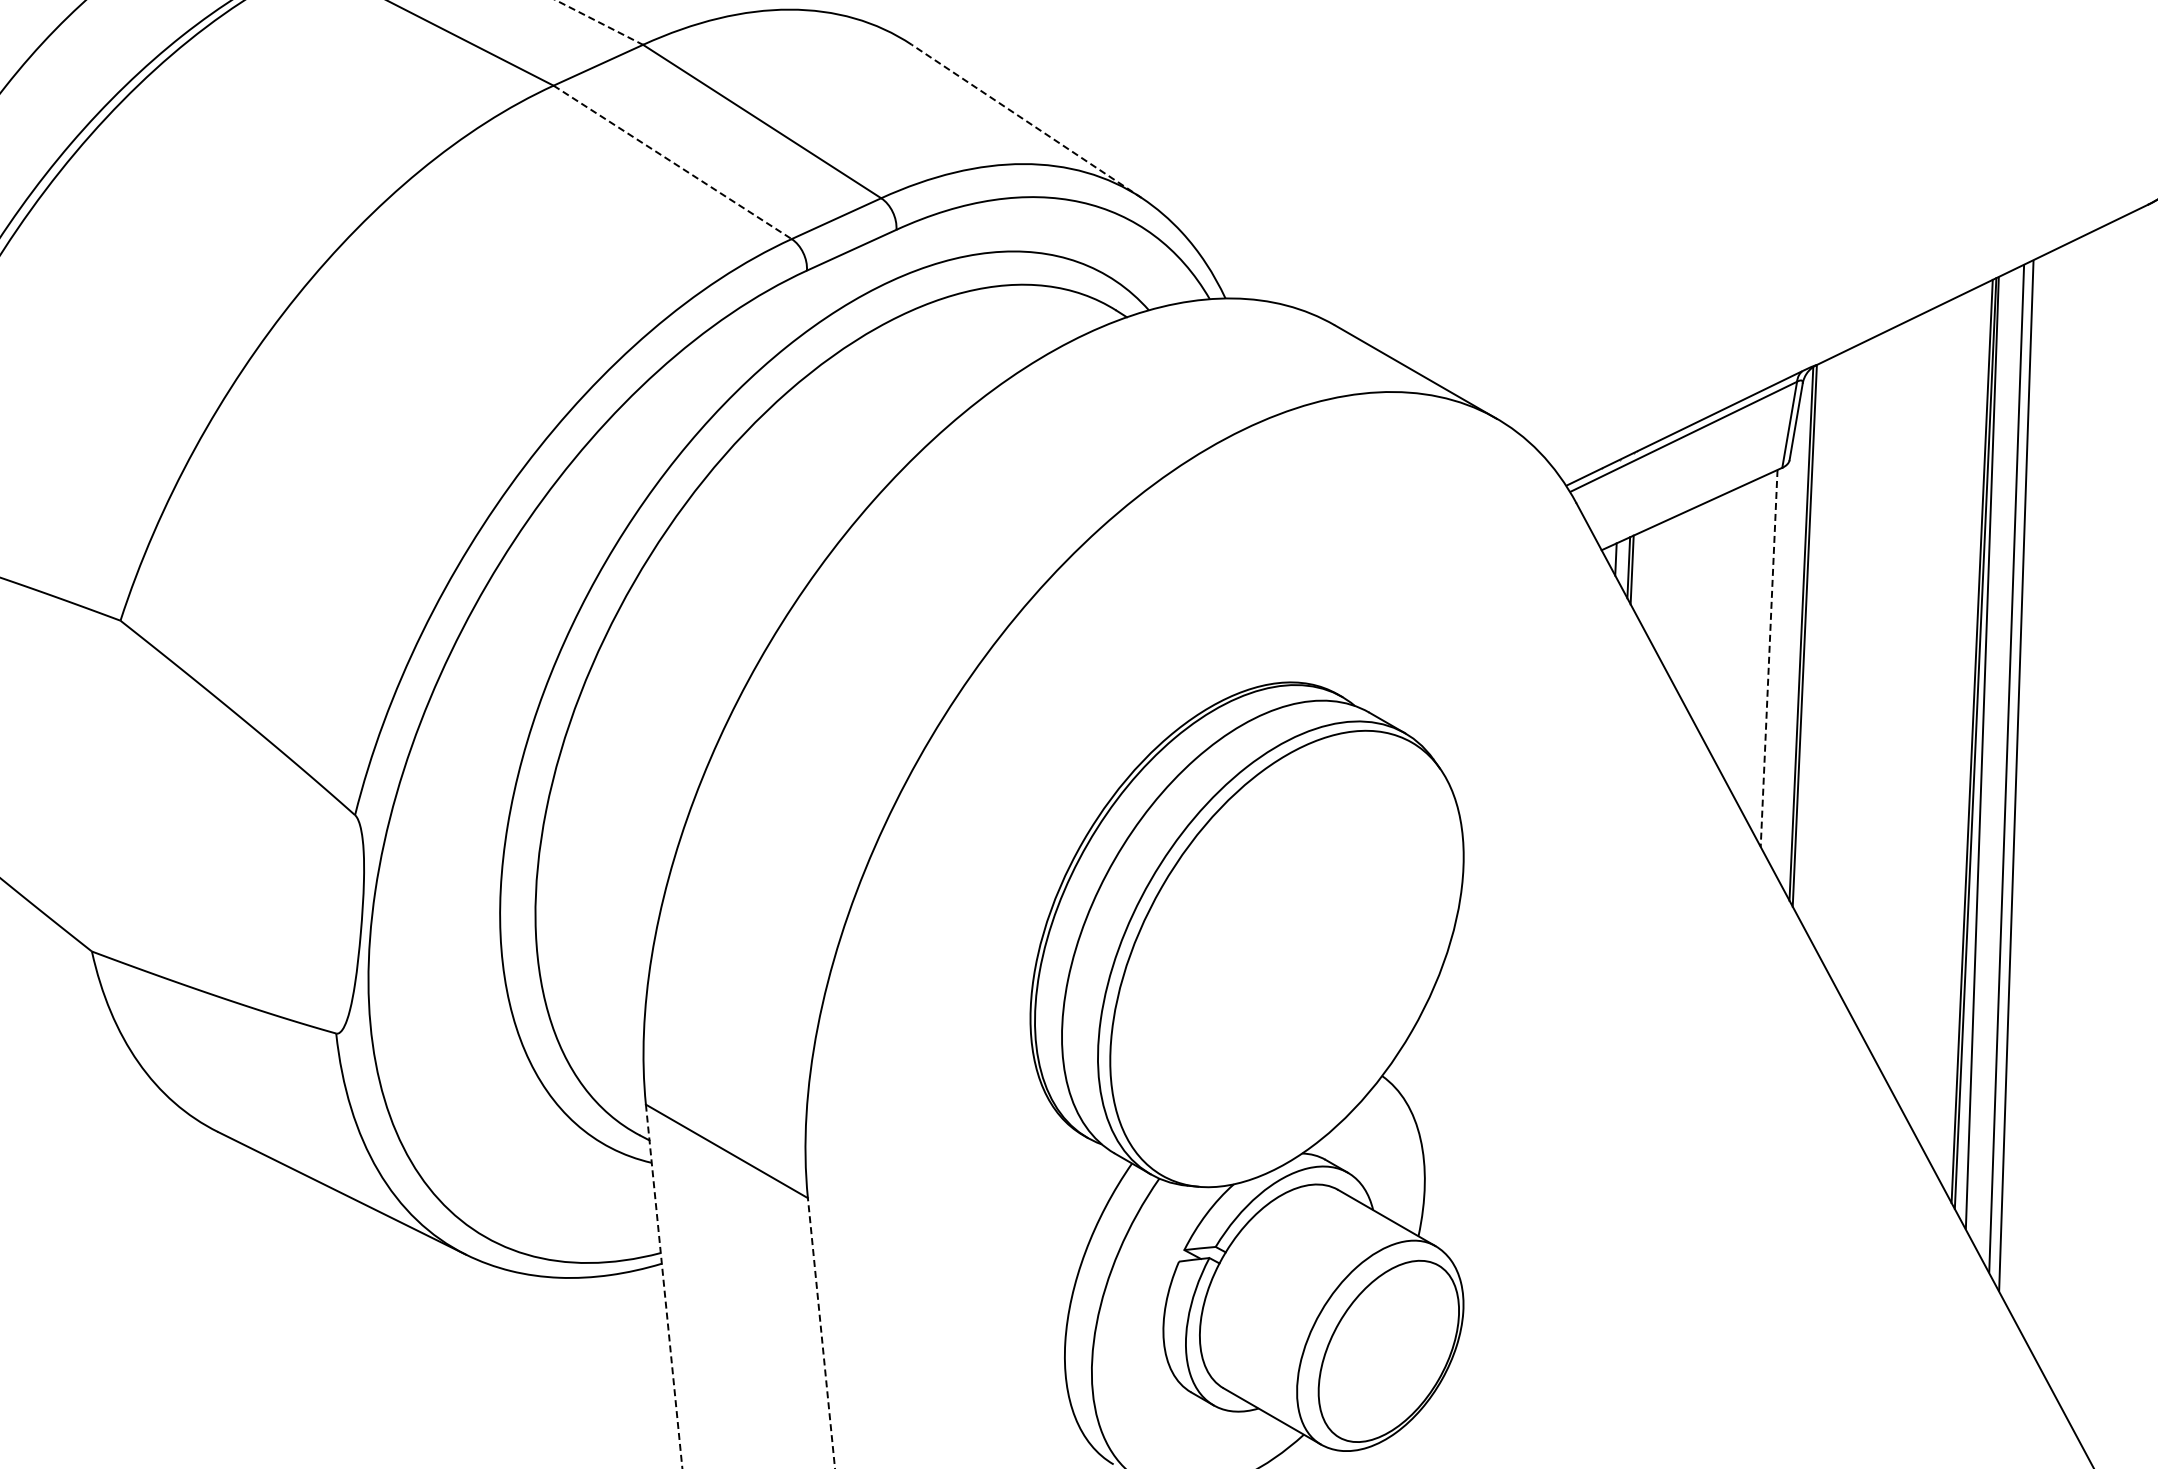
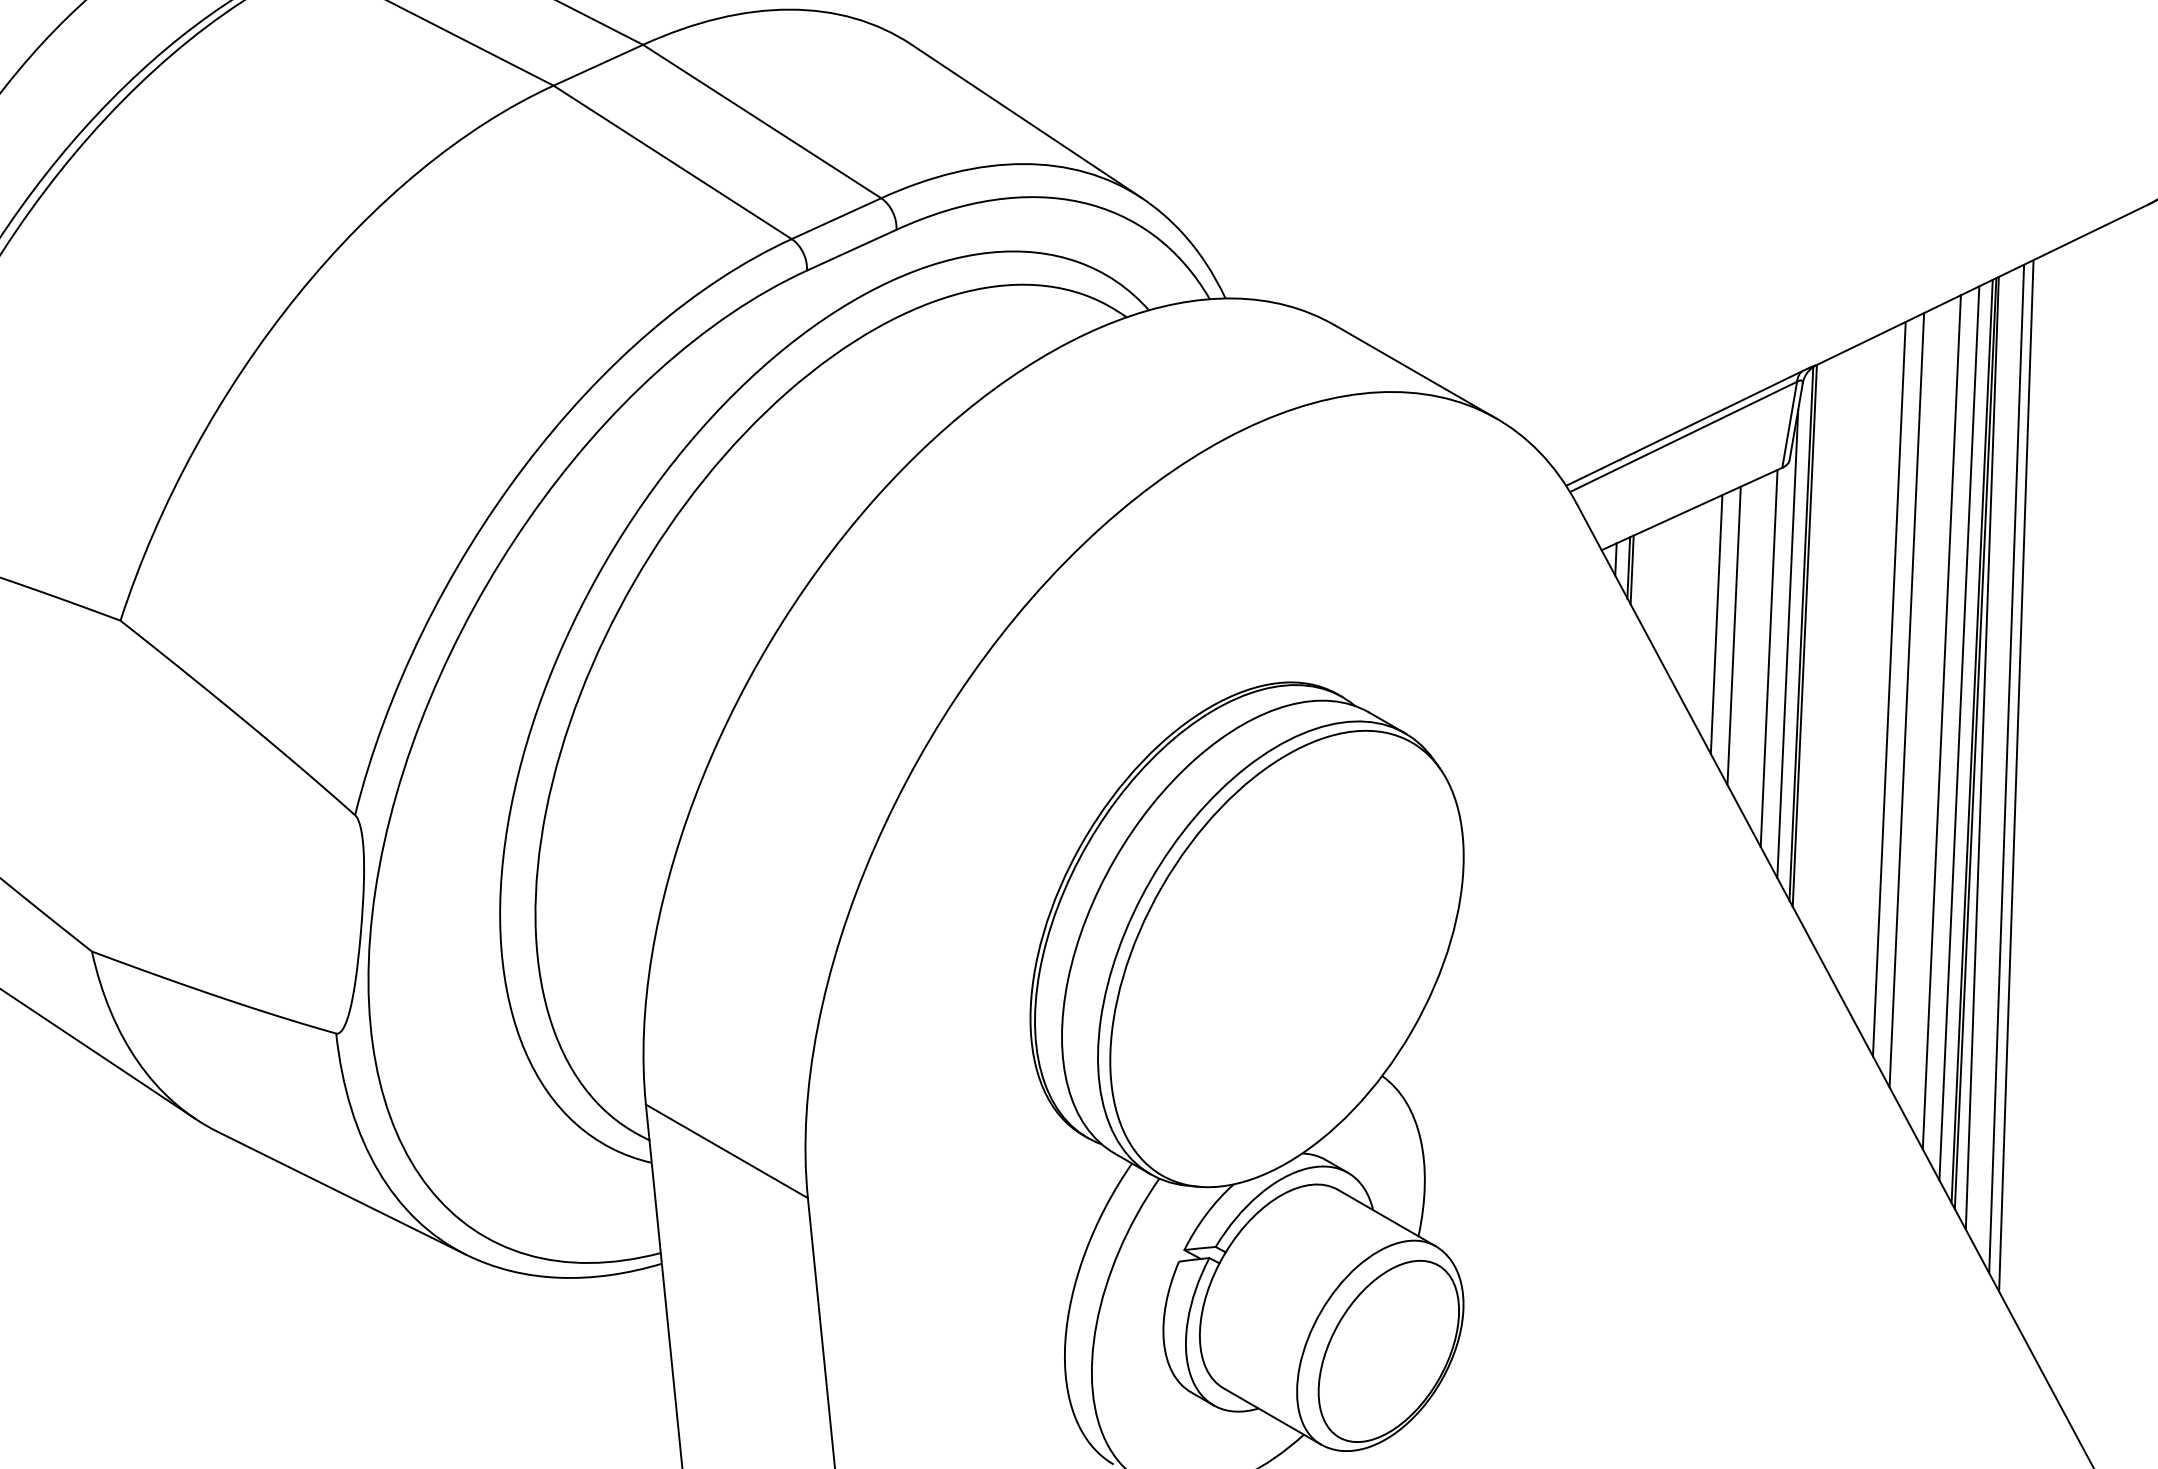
line at (599, 22): dashed -> solid
line at (1026, 121): dashed -> solid
line at (672, 162): dashed -> solid
line at (1716, 624): none -> present
line at (1733, 635): none -> present
line at (1787, 643): none -> present
line at (1769, 658): dashed -> solid
line at (1888, 689): none -> present
line at (1906, 700): none -> present
line at (1941, 722): none -> present
line at (1959, 733): none -> present
line at (98, 1054): none -> present
line at (664, 1286): dashed -> solid
line at (821, 1333): dashed -> solid
